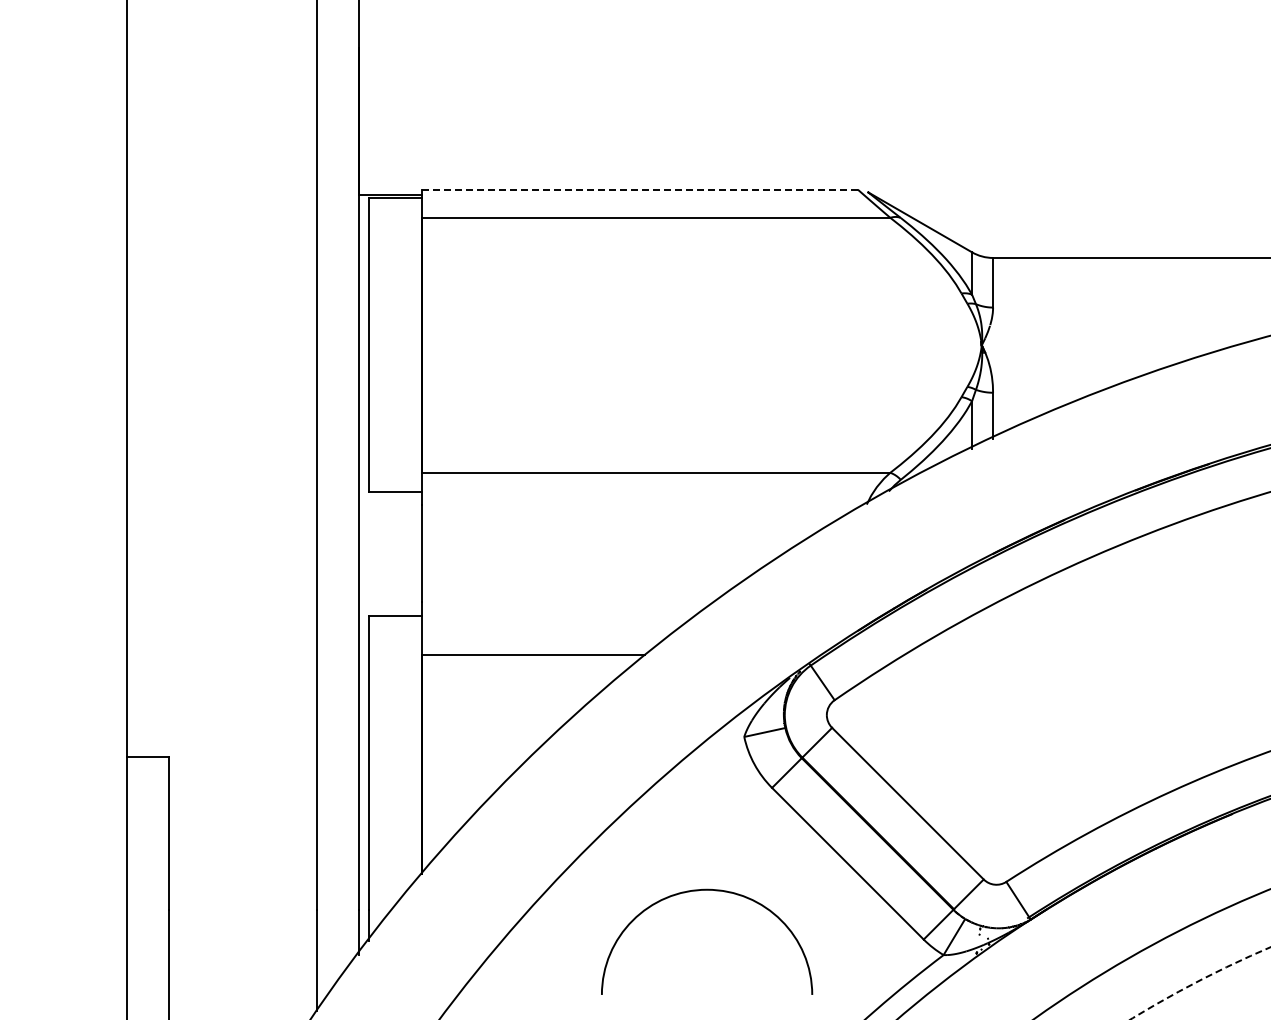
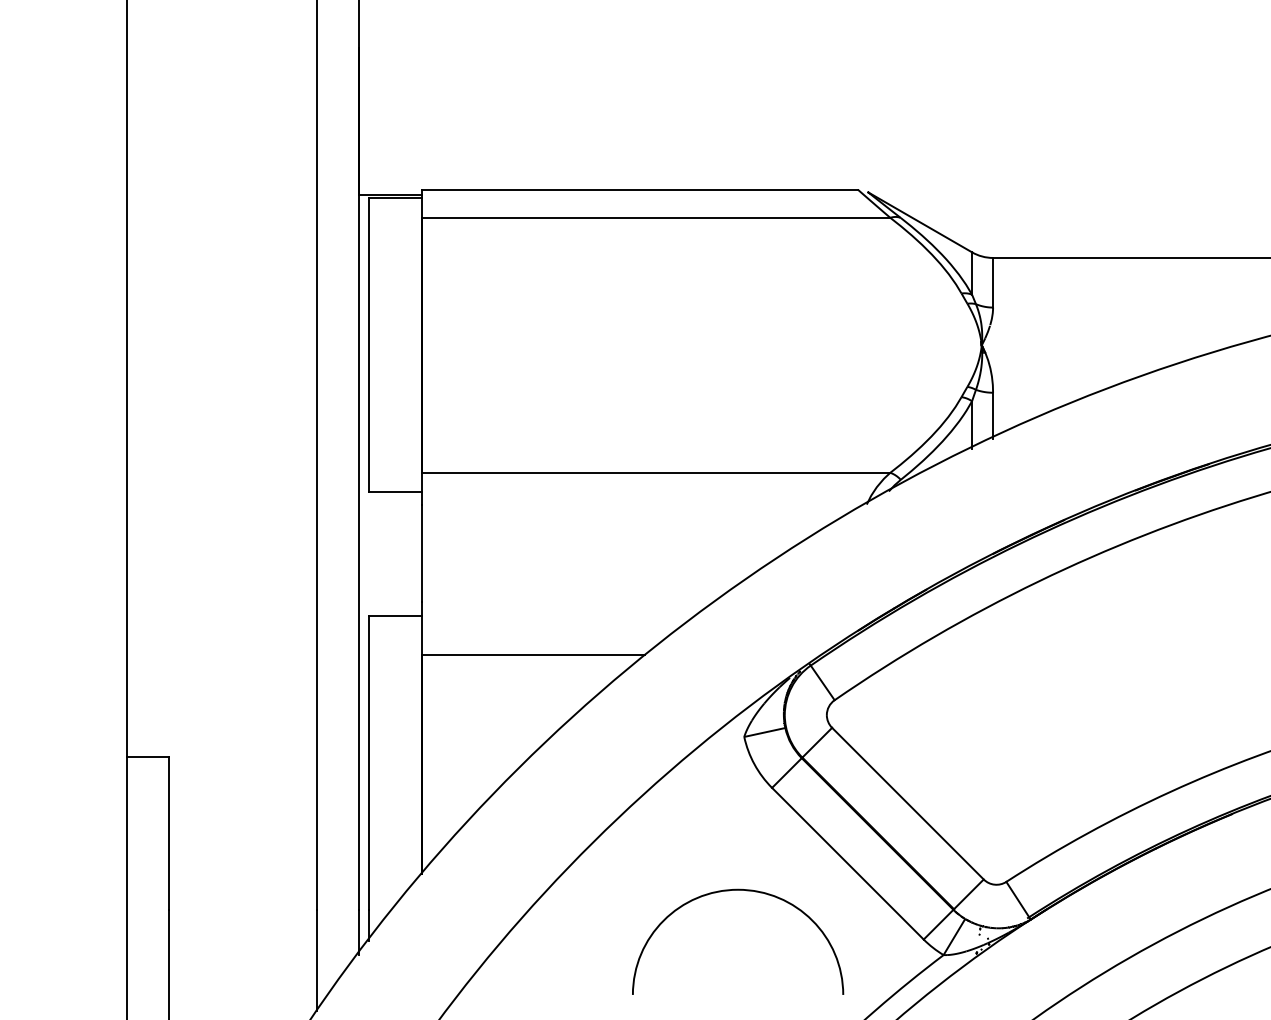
line at (640, 189): dashed -> solid
arc at (715, 891) position: (715, 891) -> (746, 891)
arc at (1199, 980): dashed -> solid
